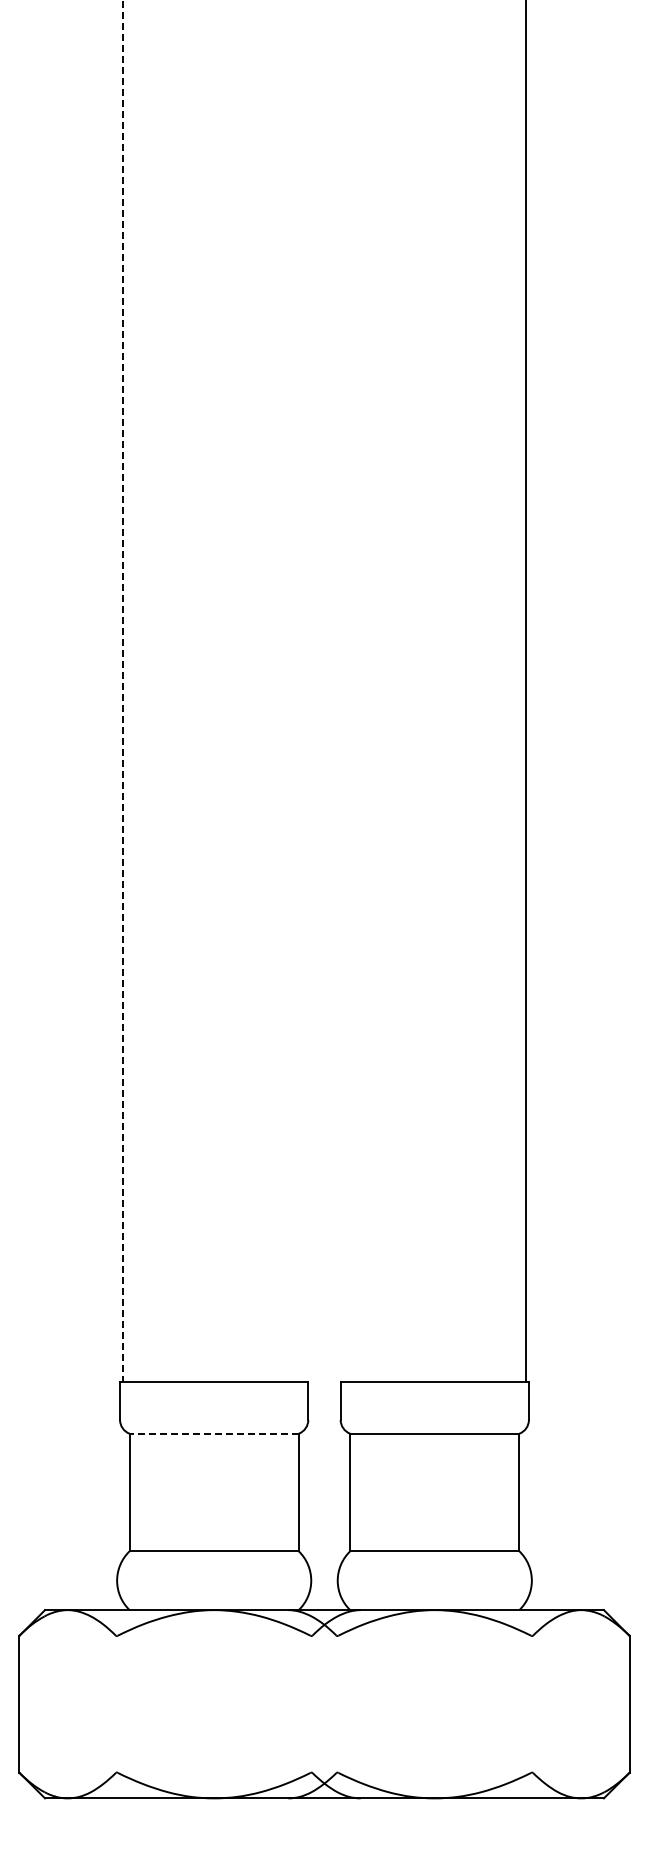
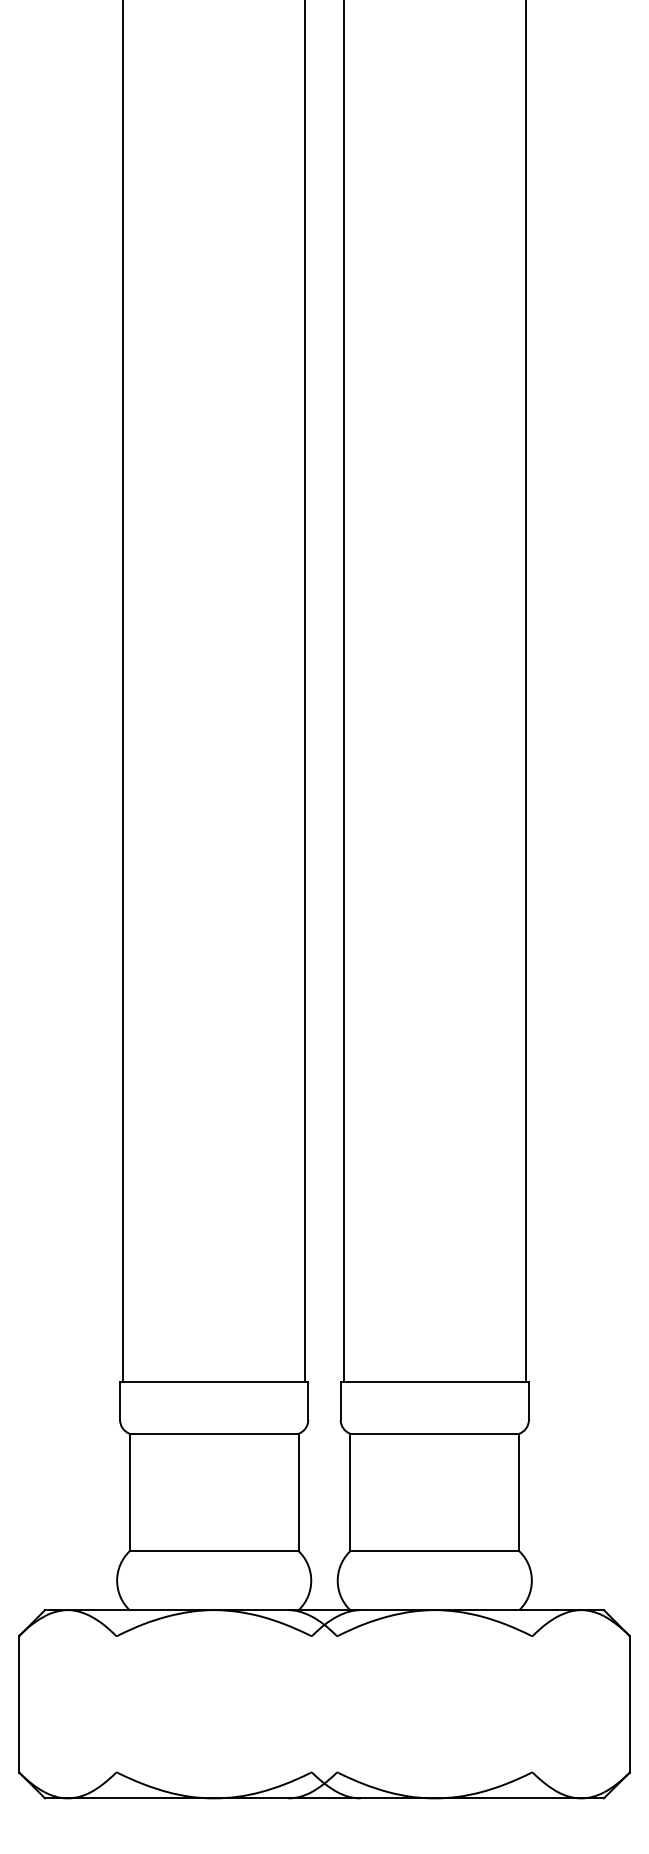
line at (123, 691): dashed -> solid
line at (305, 692): none -> present
line at (343, 692): none -> present
line at (214, 1433): dashed -> solid
